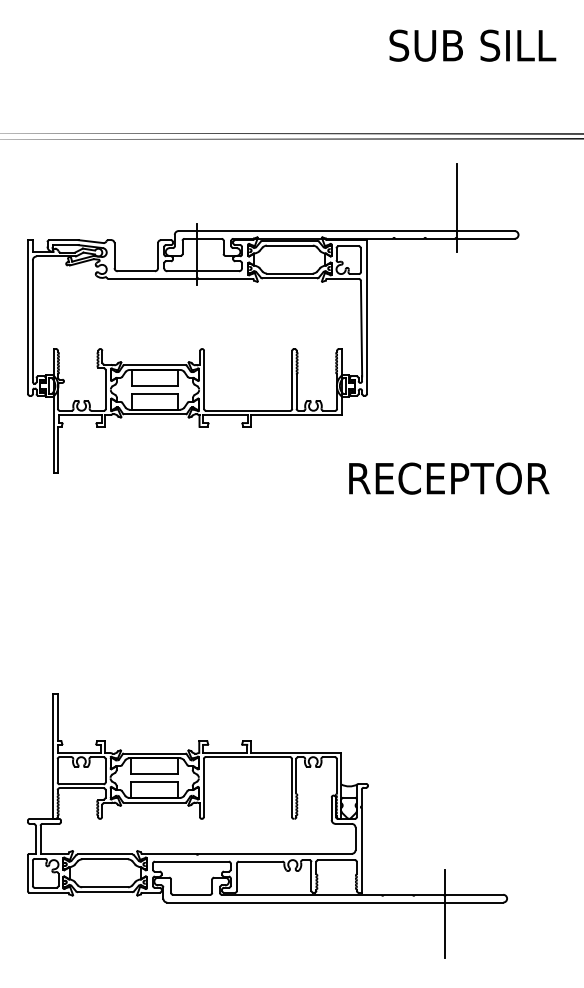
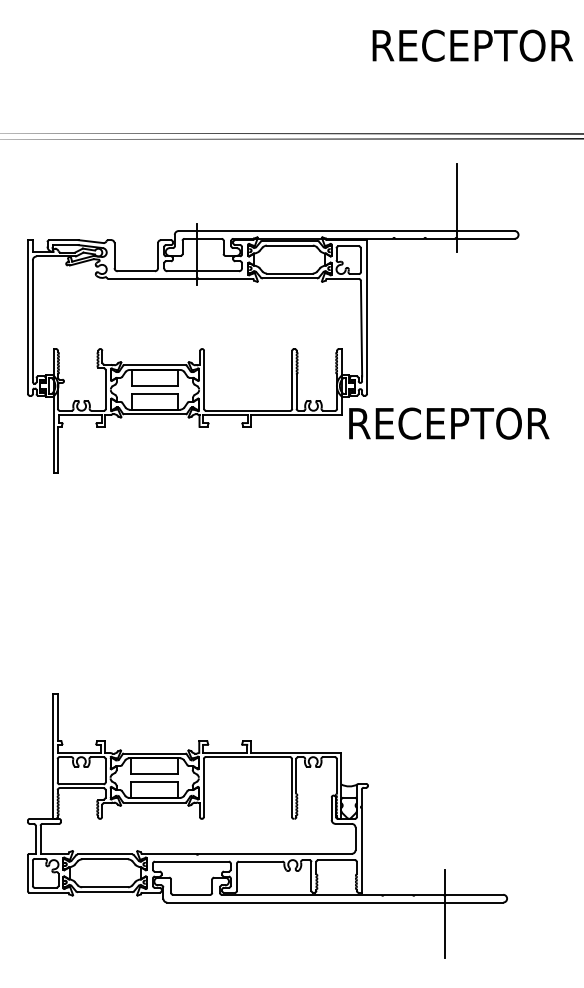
text at (472, 45): SUB SILL -> RECEPTOR
text at (449, 478) position: (449, 478) -> (449, 423)
